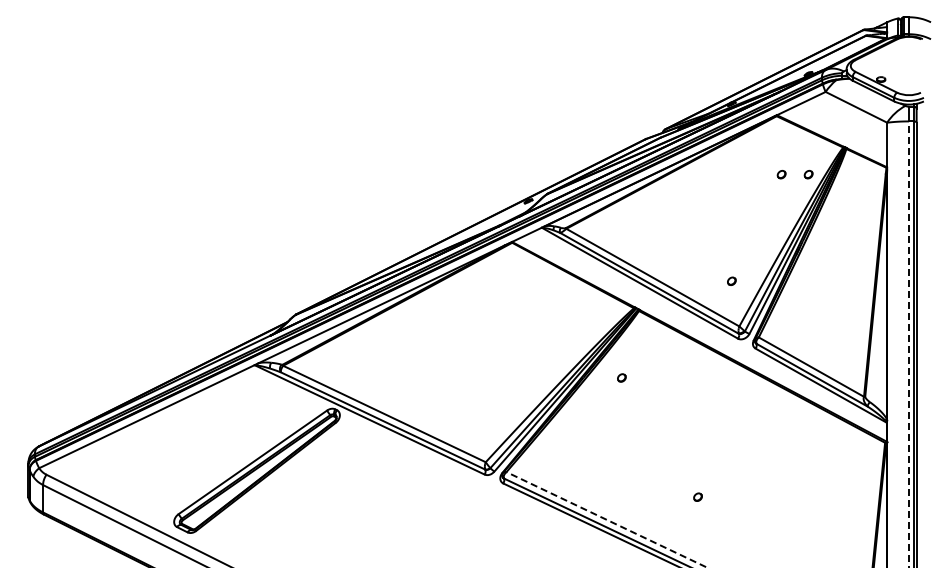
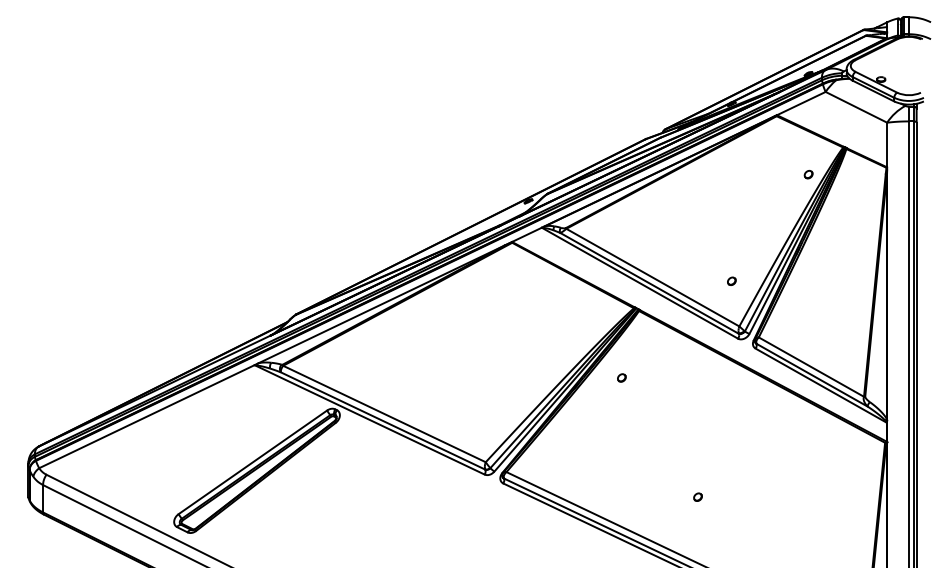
part at (781, 174): present -> none
line at (909, 344): dashed -> solid
line at (606, 519): dashed -> solid
